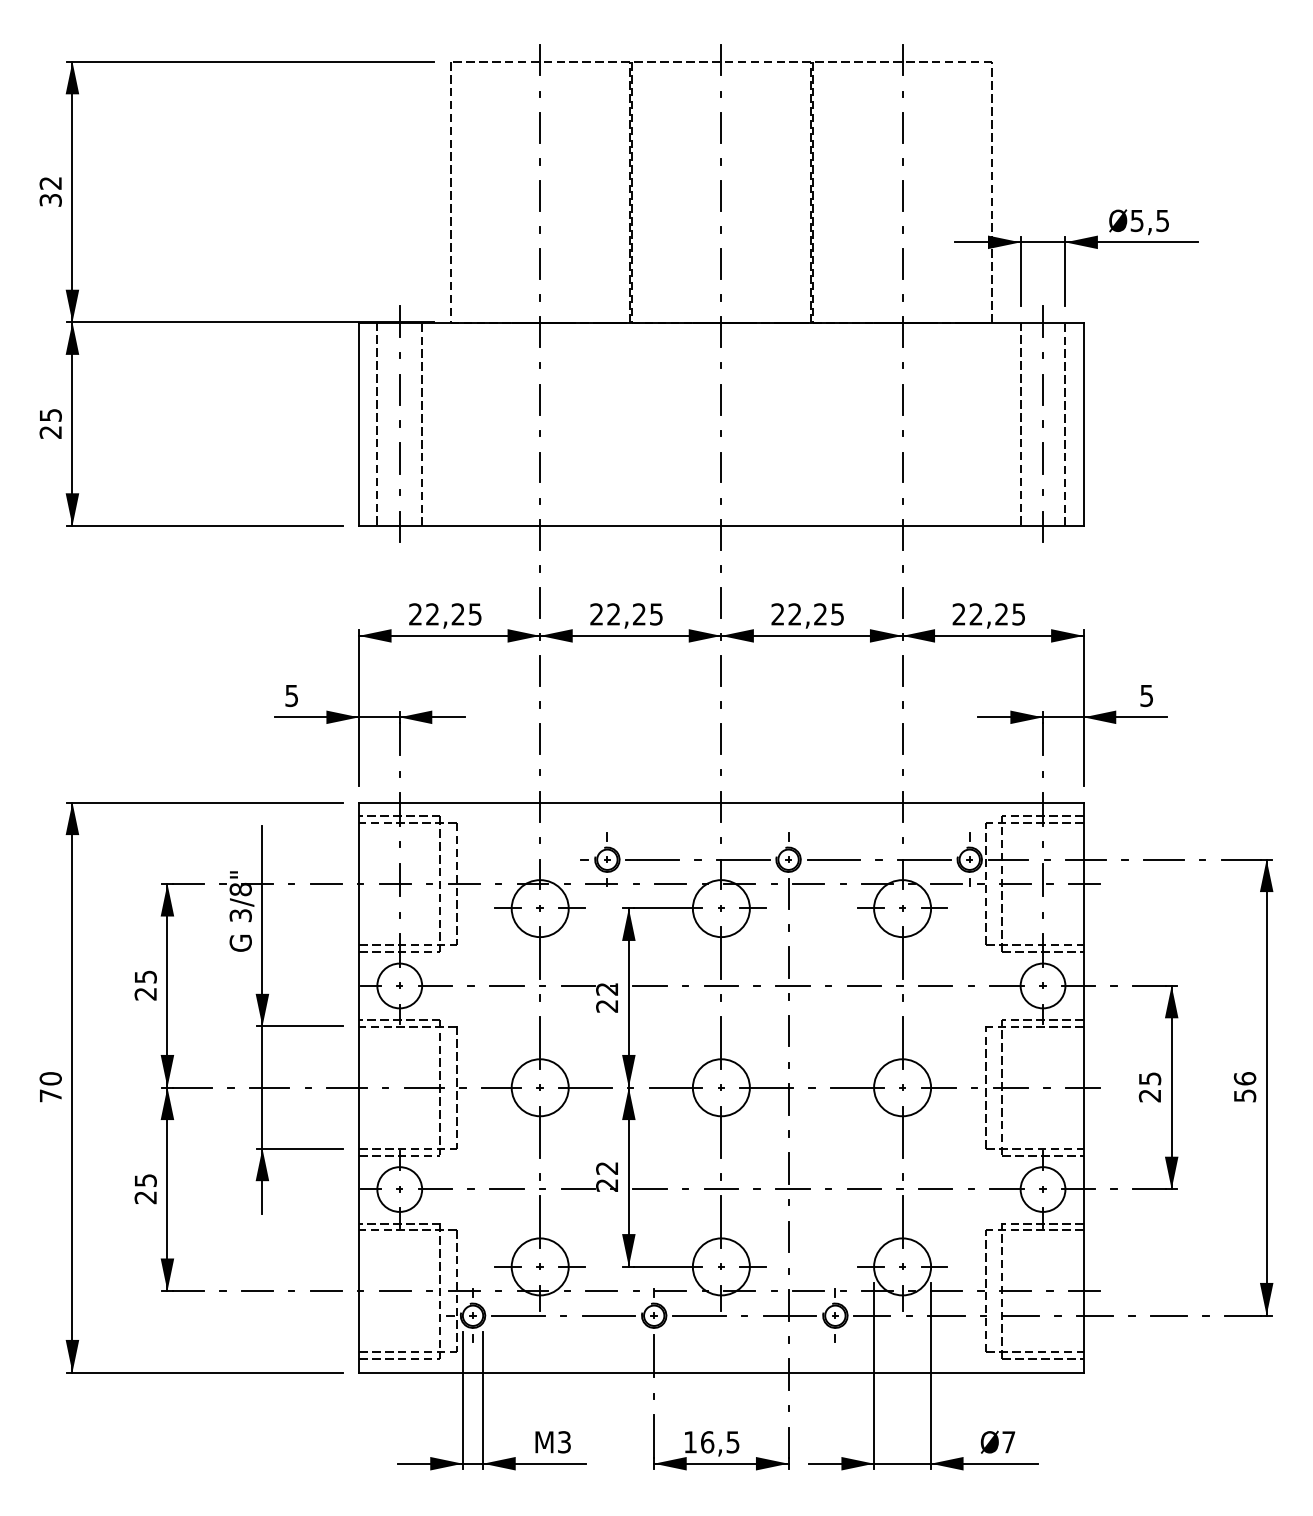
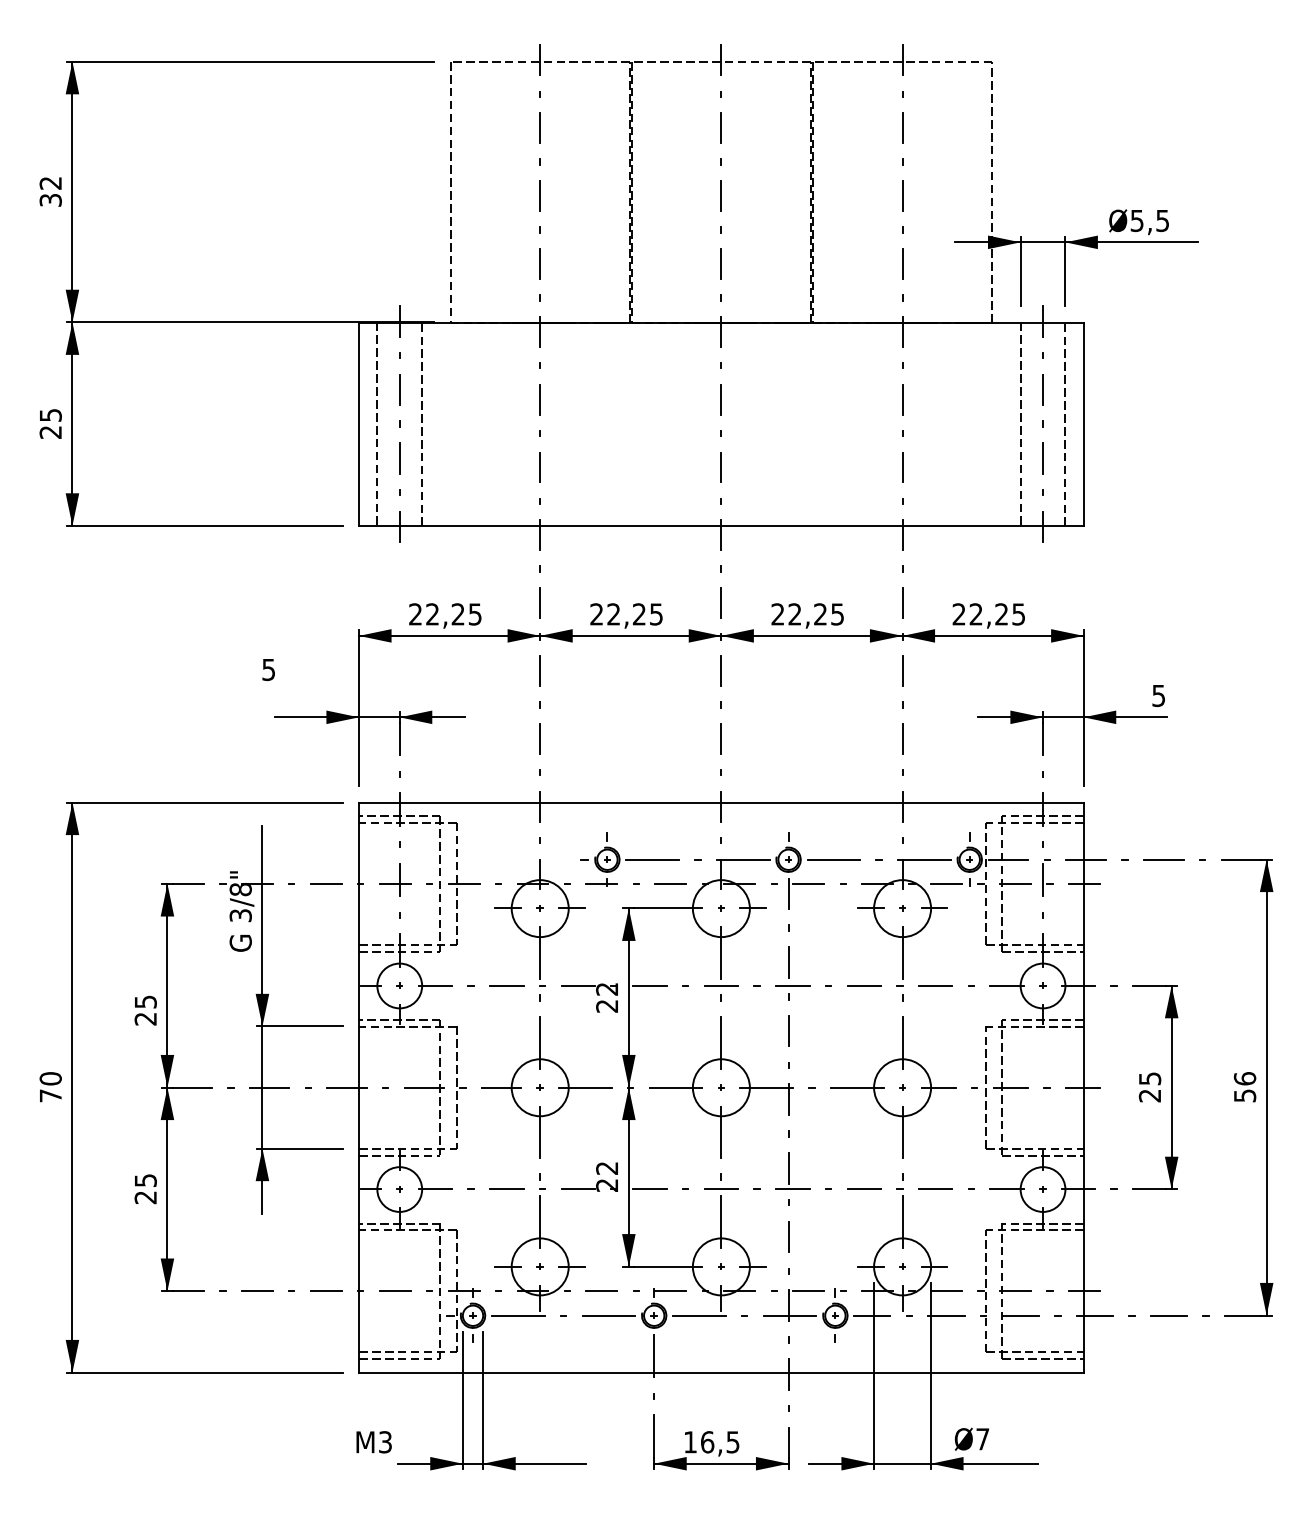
text at (291, 696) position: (291, 696) -> (268, 670)
text at (1146, 696) position: (1146, 696) -> (1158, 696)
text at (145, 985) position: (145, 985) -> (145, 1010)
text at (997, 1441) position: (997, 1441) -> (971, 1438)
text at (552, 1442) position: (552, 1442) -> (373, 1442)
